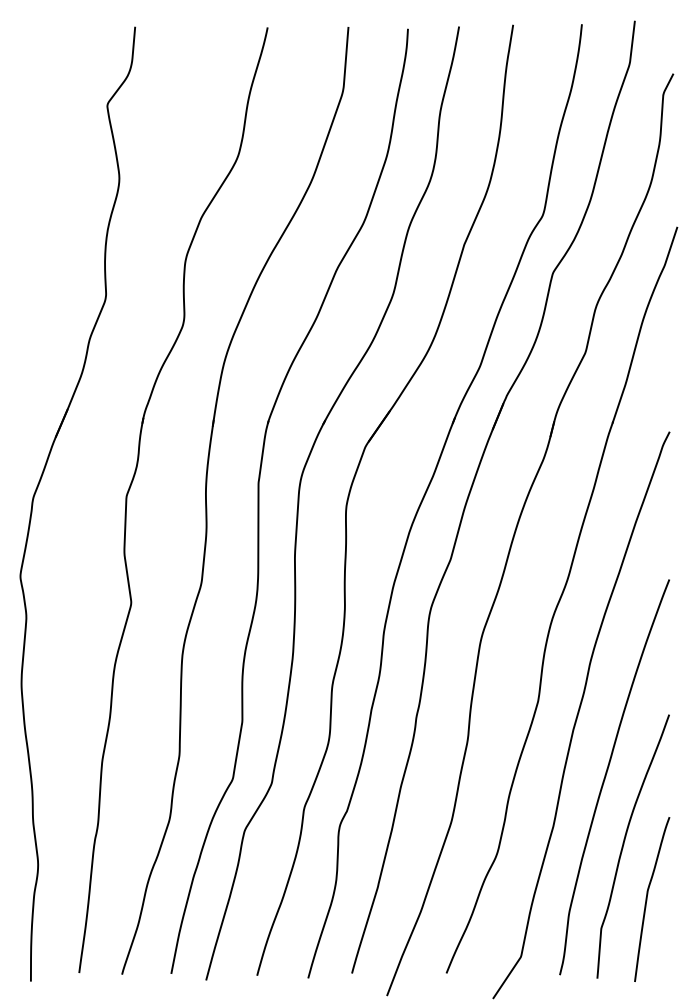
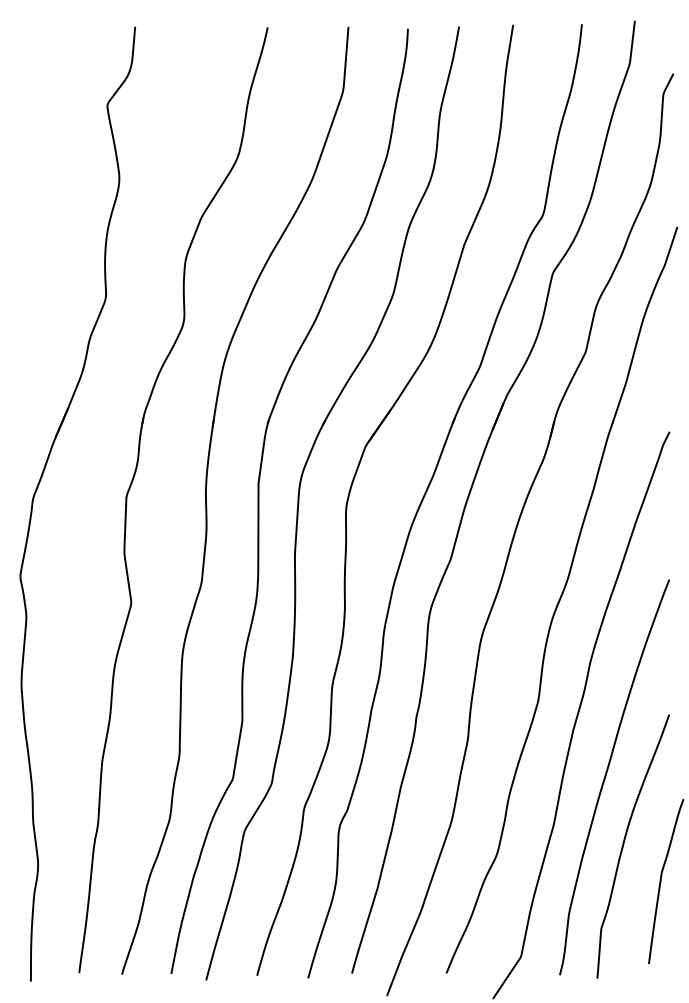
curve at (647, 899) position: (647, 899) -> (661, 881)
